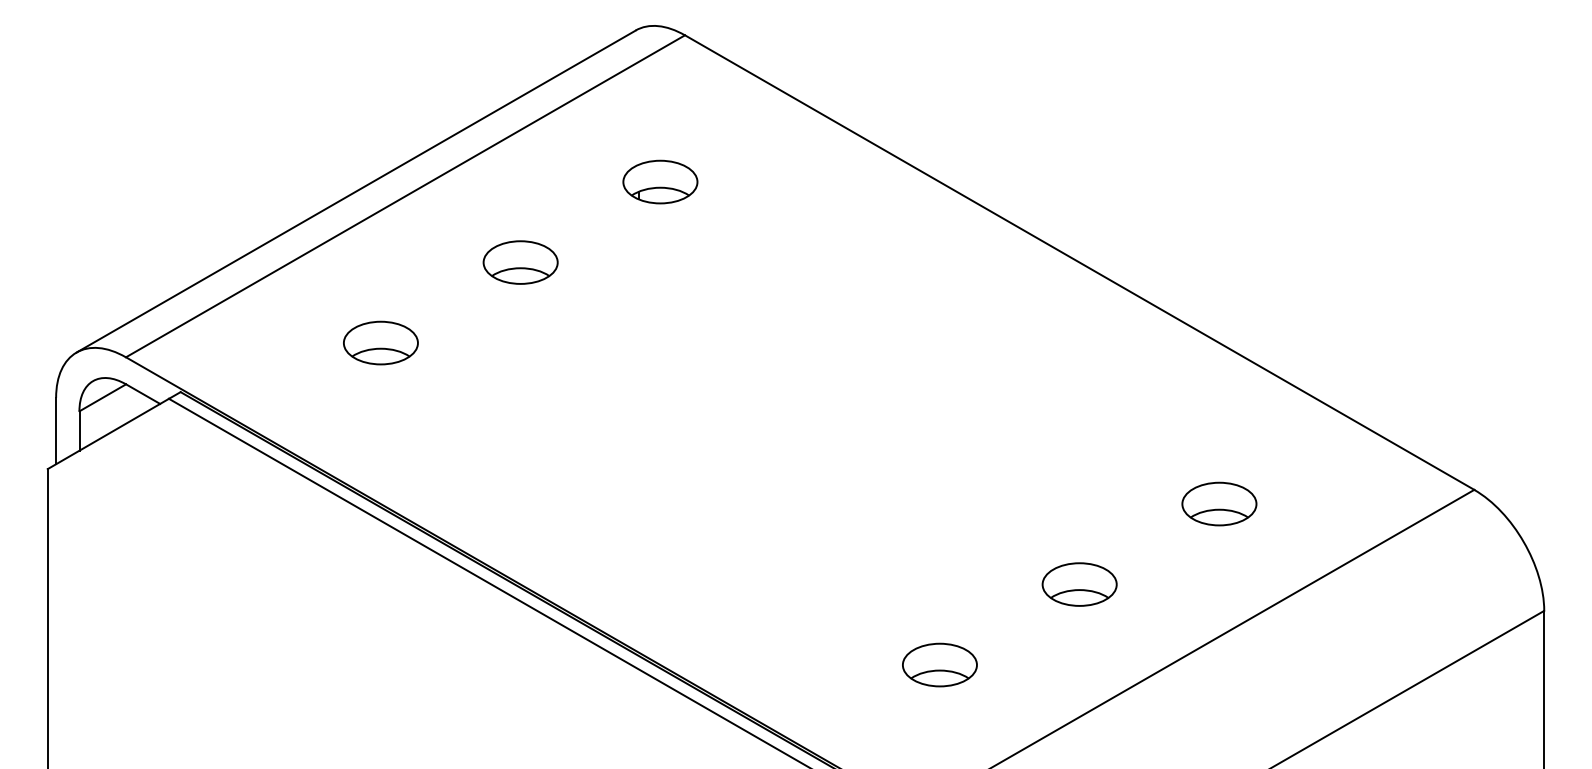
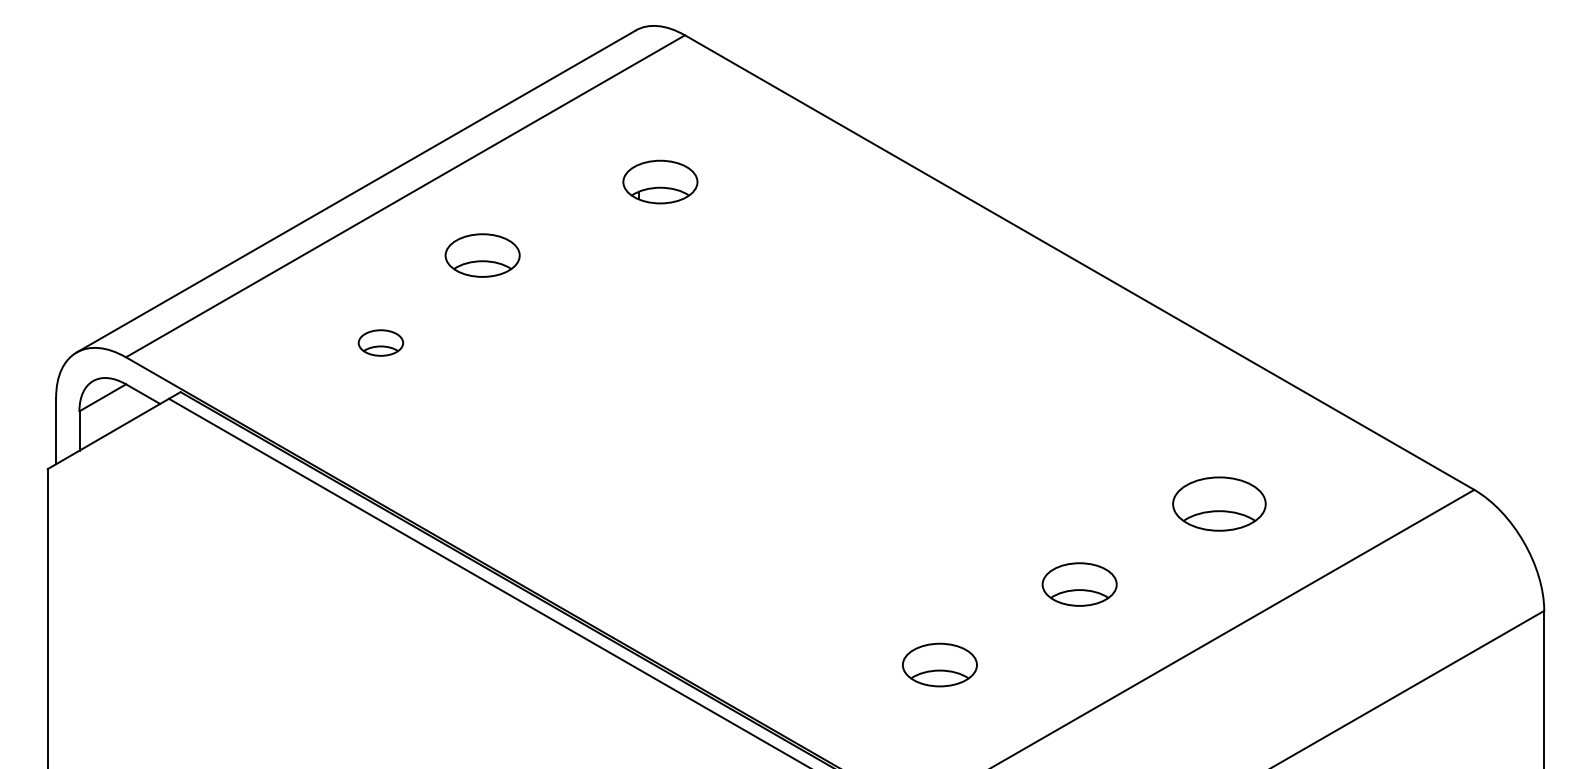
part at (520, 262) position: (520, 262) -> (482, 255)
part at (380, 342) size: 76x46 px -> 47x28 px
part at (1219, 503) size: 77x46 px -> 95x56 px
